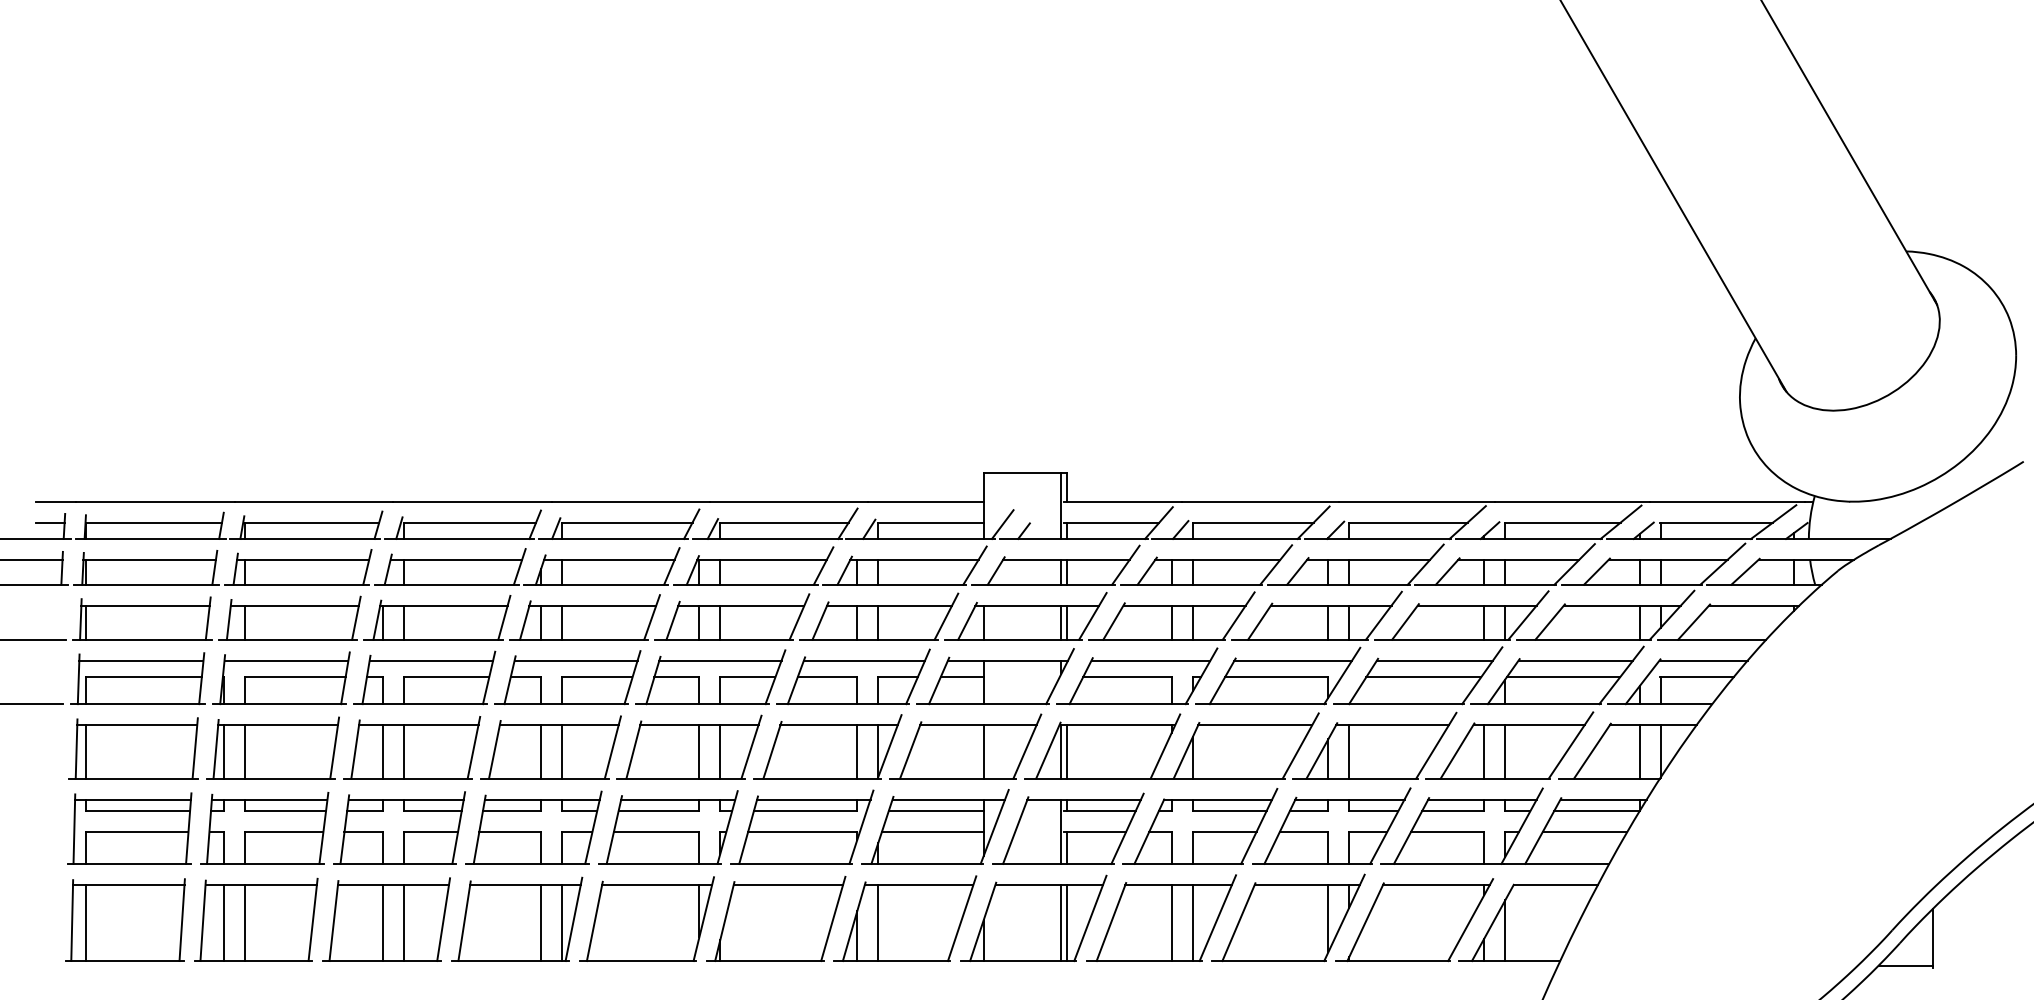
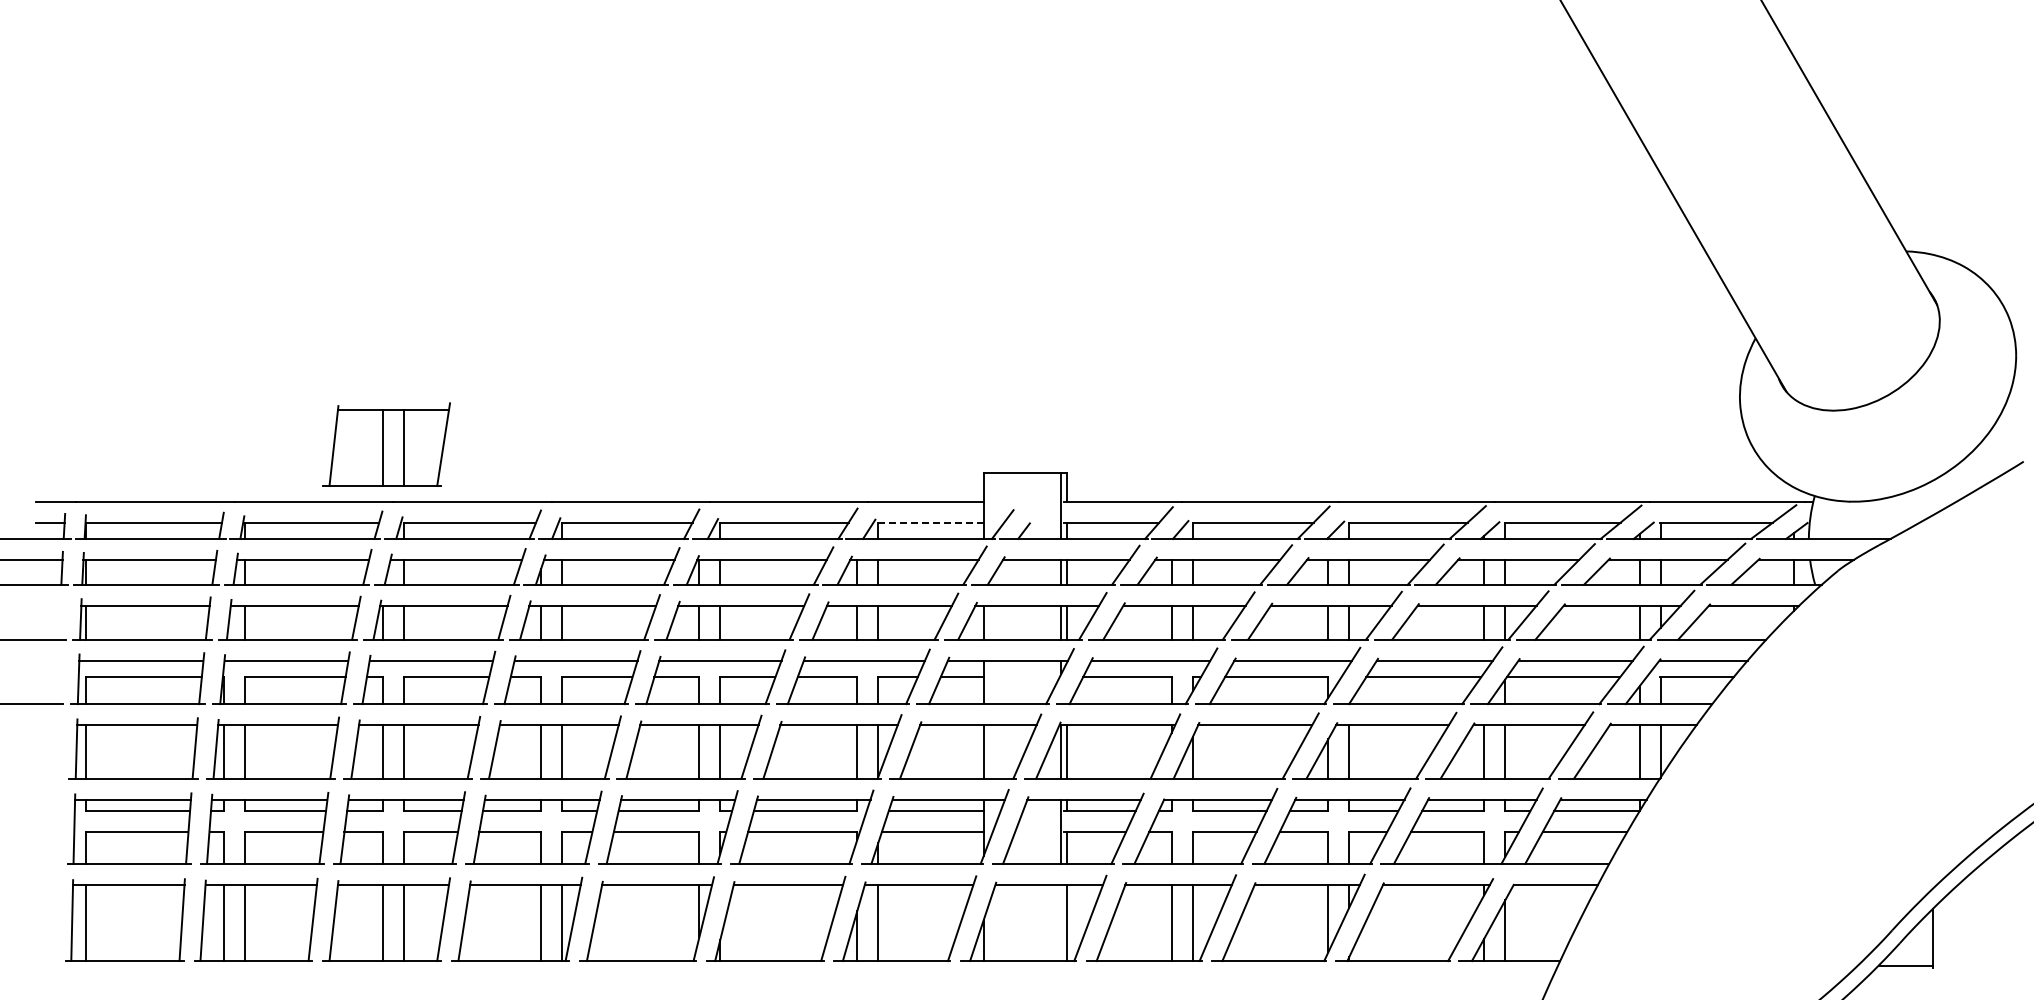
part at (386, 444): none -> present
line at (930, 522): solid -> dashed
line at (1061, 922): present -> none
